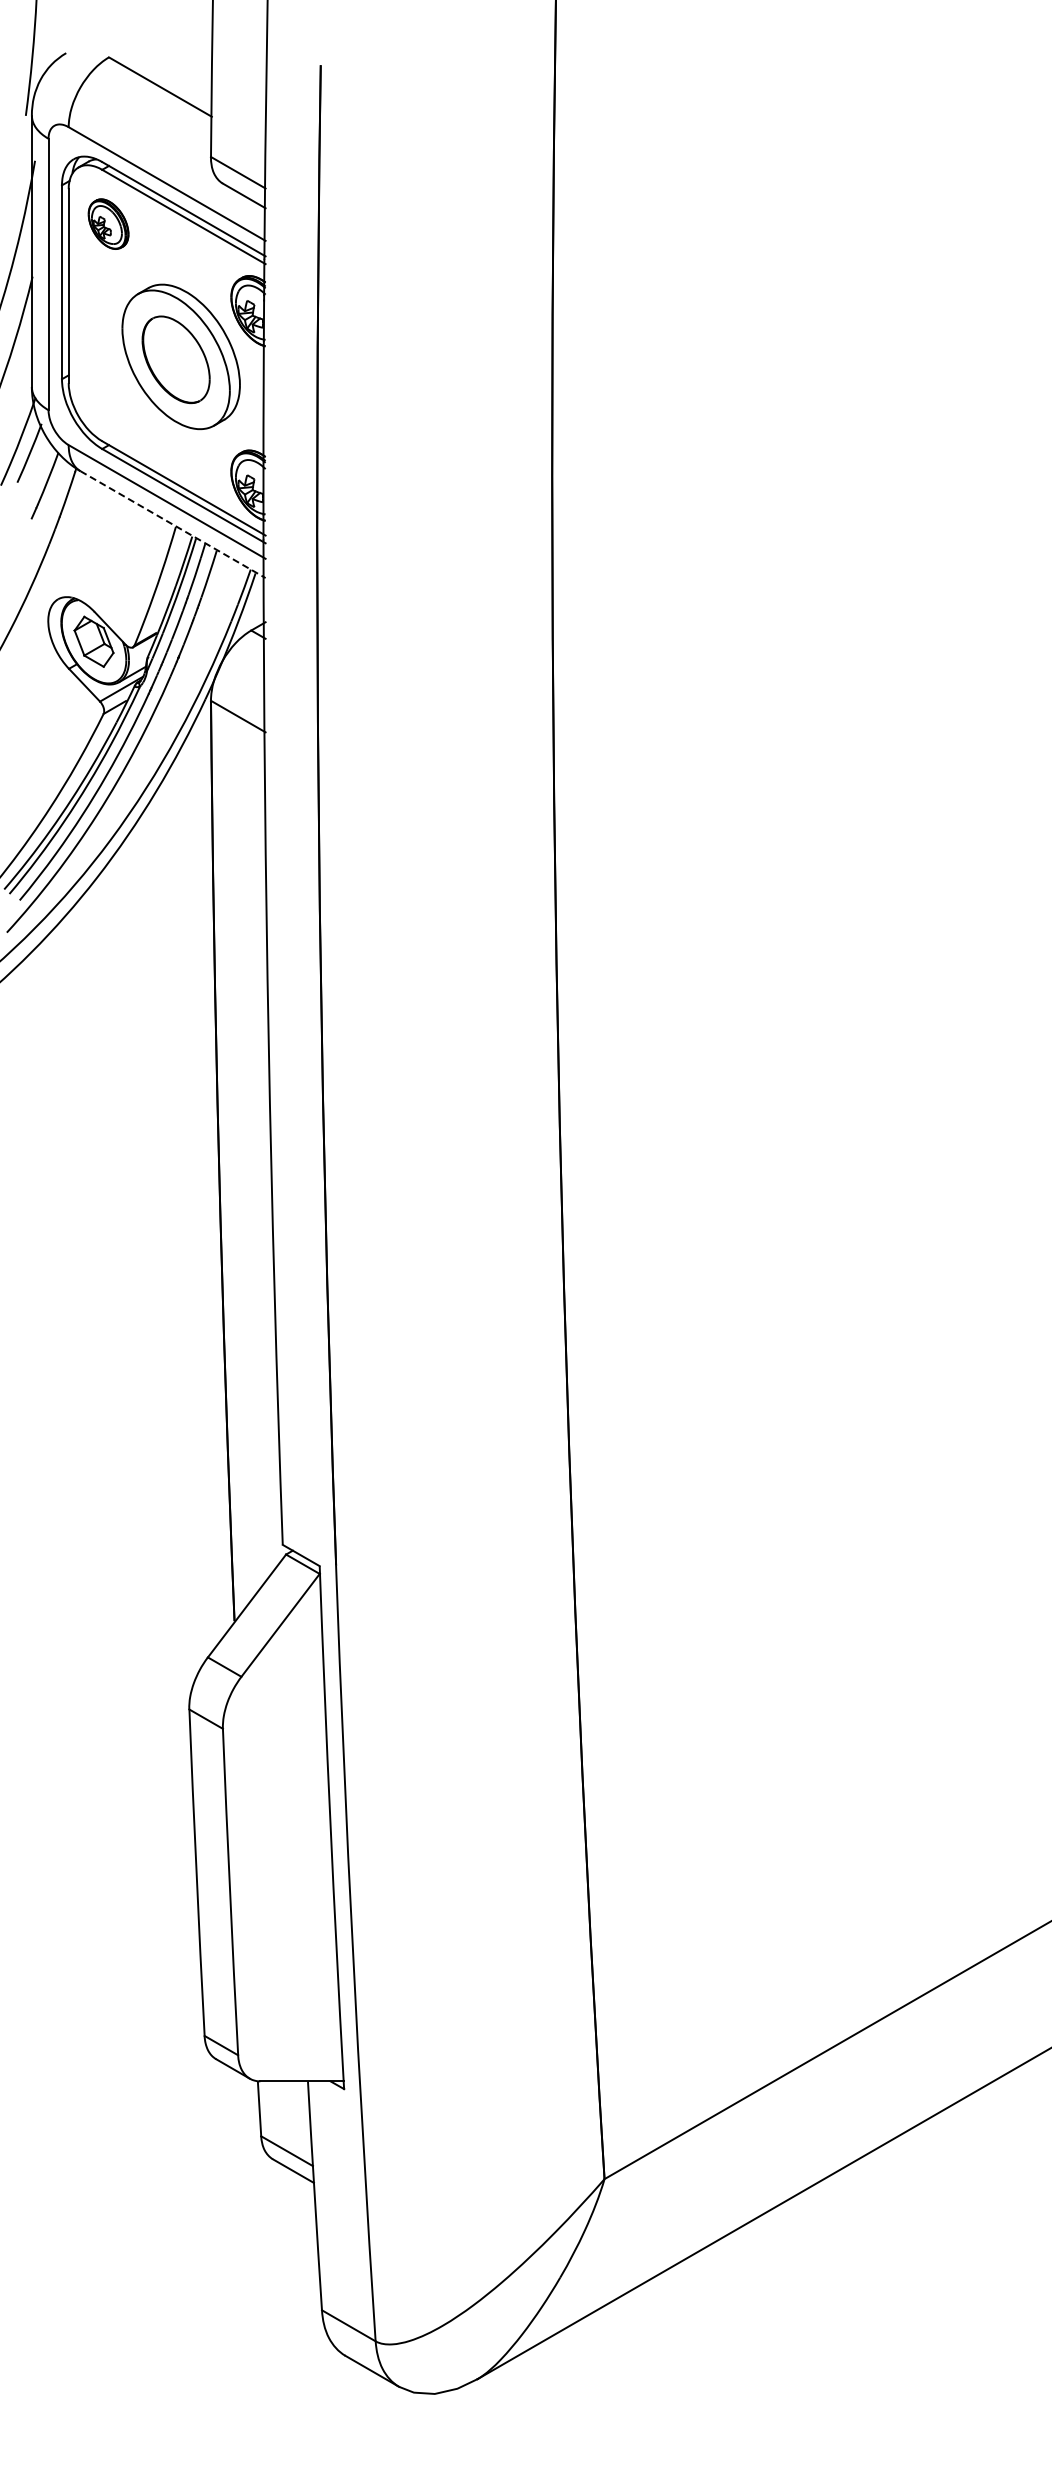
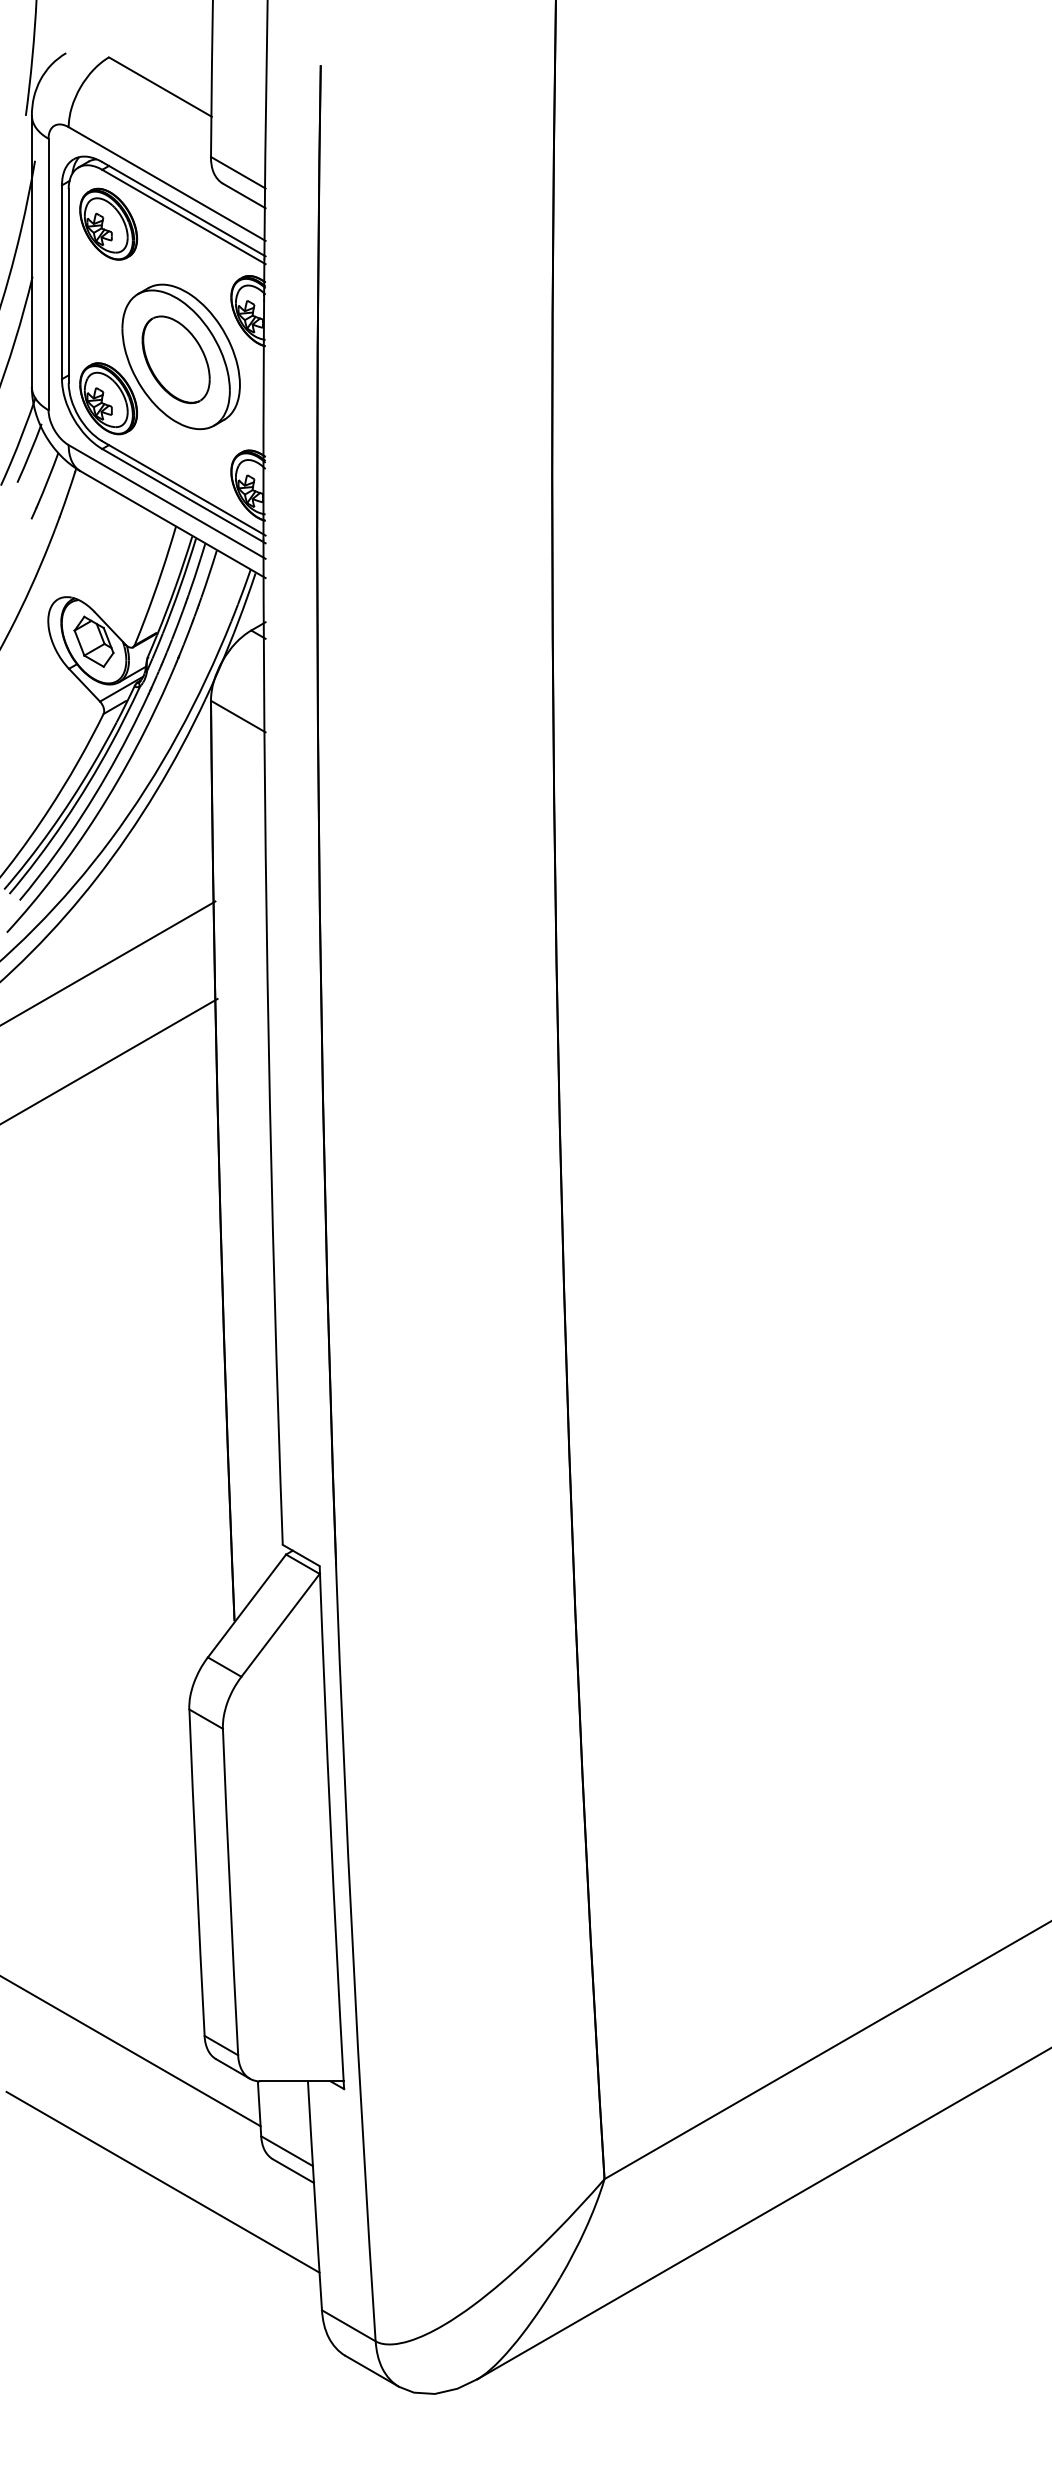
part at (108, 223) size: 43x52 px -> 59x74 px
part at (108, 398): none -> present
line at (173, 524): dashed -> solid
line at (108, 962): none -> present
line at (109, 1060): none -> present
line at (131, 2051): none -> present
line at (162, 2181): none -> present
